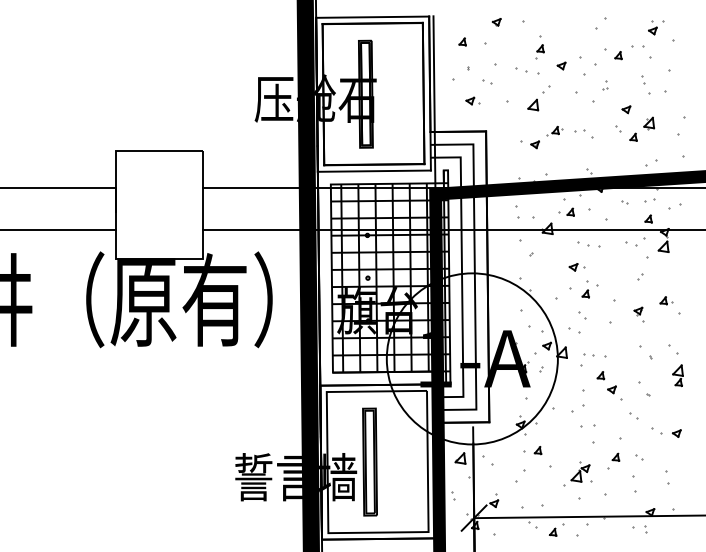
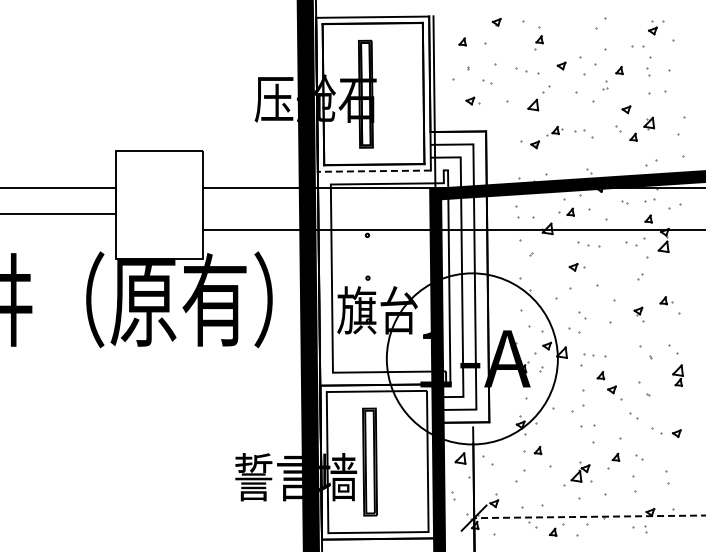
part at (539, 47) position: (539, 47) -> (538, 38)
part at (618, 55) position: (618, 55) -> (619, 70)
part at (643, 79) position: (643, 79) -> (648, 71)
line at (374, 171): solid -> dashed
line at (58, 229) position: (58, 229) -> (58, 213)
hatch at (390, 271): present -> none
part at (585, 289): present -> none
line at (589, 516): solid -> dashed
